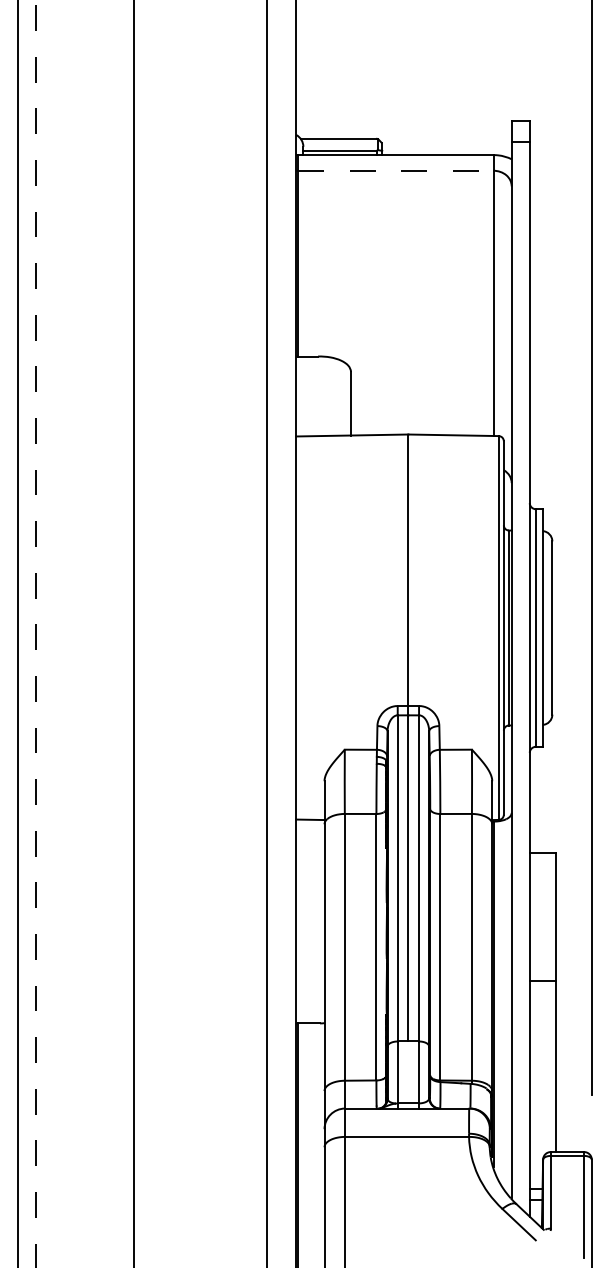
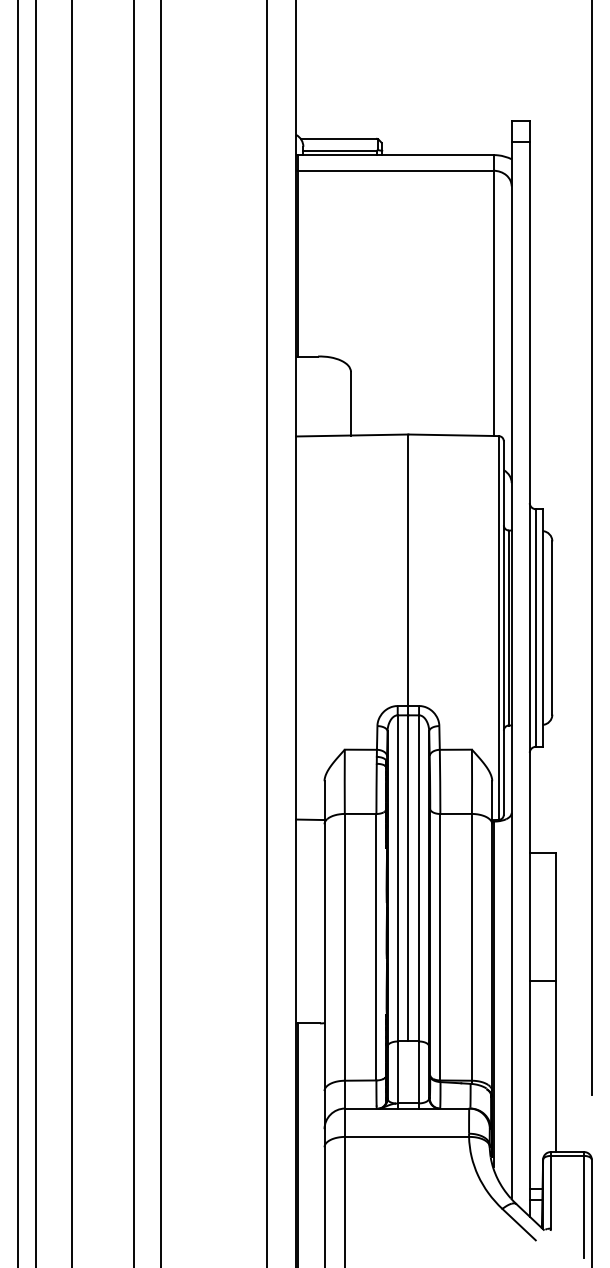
line at (395, 170): dashed -> solid
line at (72, 633): none -> present
line at (161, 633): none -> present
line at (35, 634): dashed -> solid
